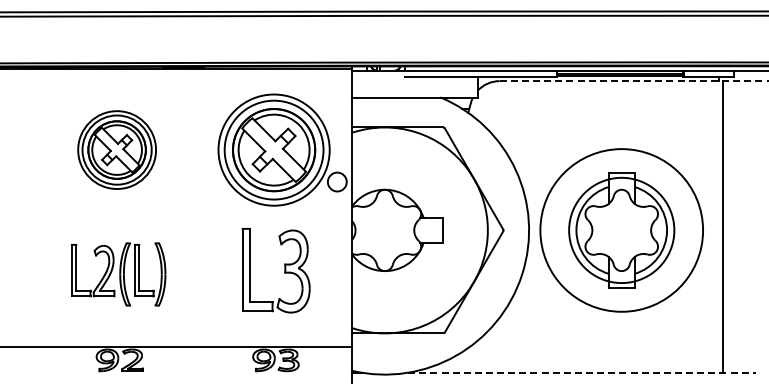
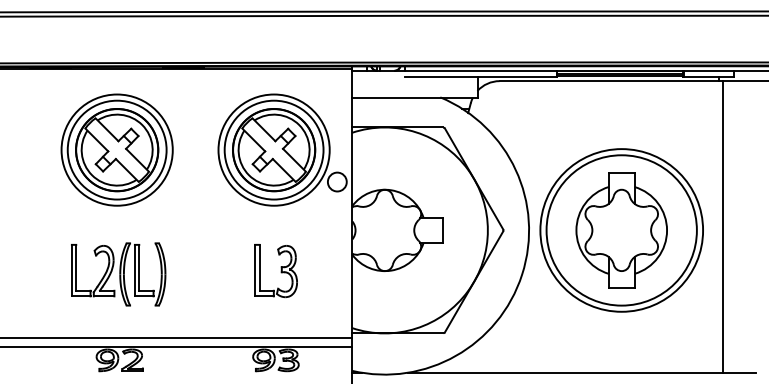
line at (634, 81): dashed -> solid
part at (116, 149) size: 80x80 px -> 114x114 px
circle at (621, 230) diameter: 105 px -> 150 px
part at (275, 270) size: 70x86 px -> 44x55 px
line at (177, 338): none -> present
line at (581, 372): dashed -> solid
